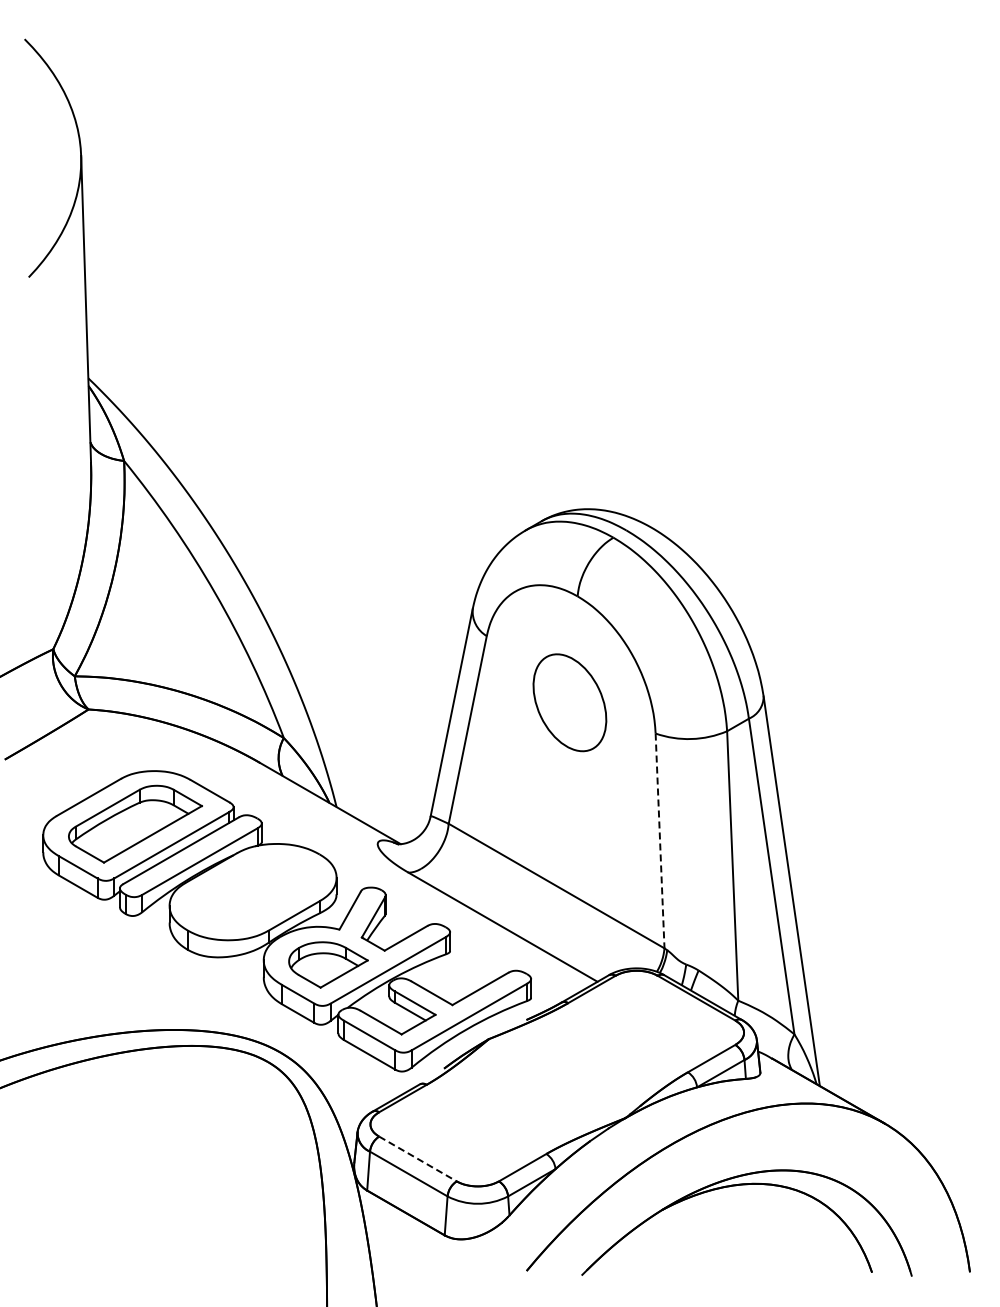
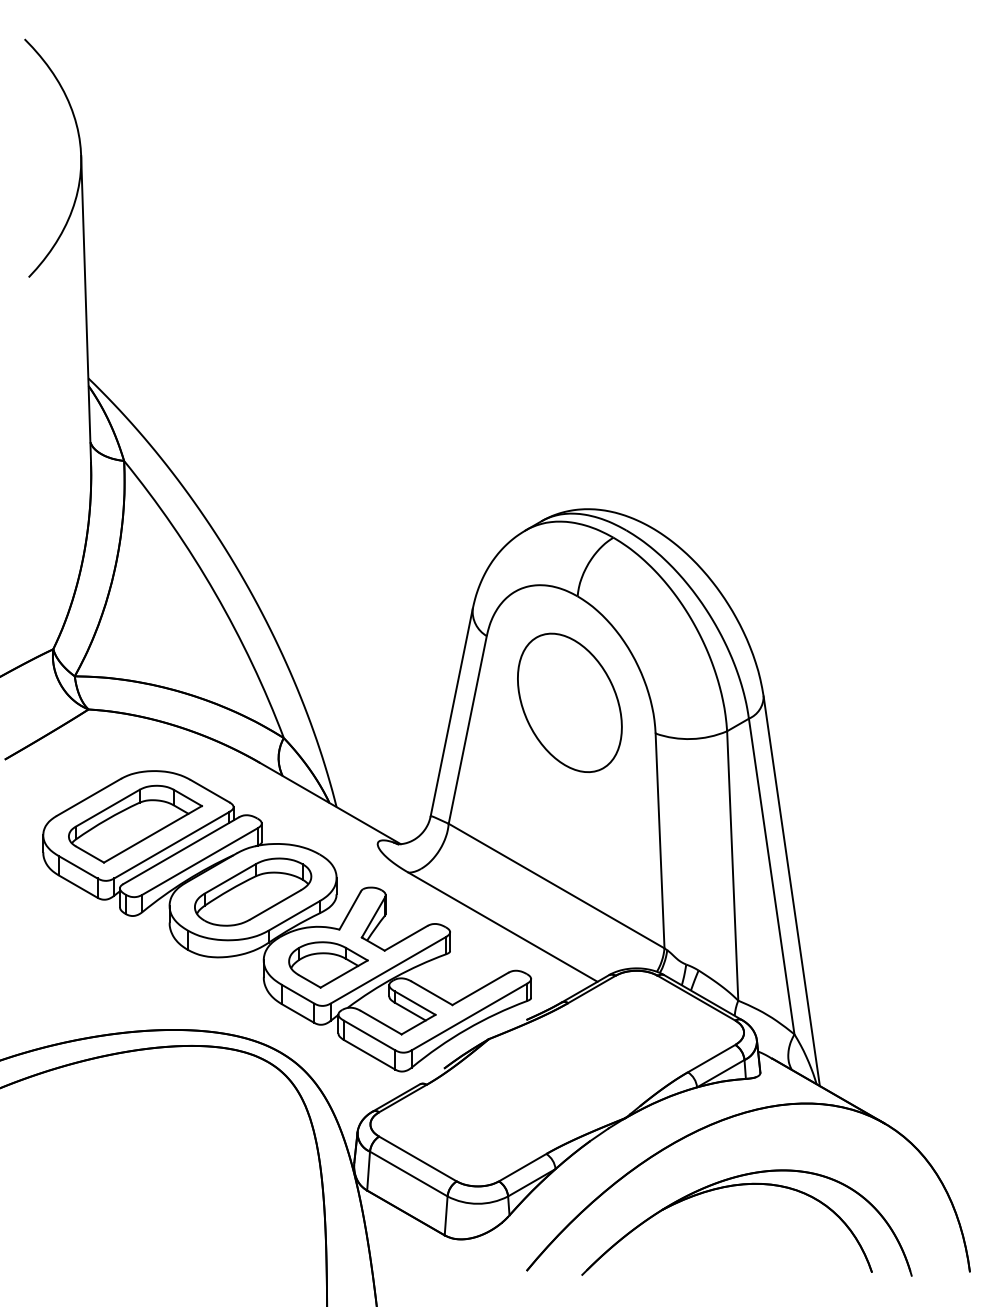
part at (569, 702) size: 76x100 px -> 106x141 px
line at (660, 841): dashed -> solid
part at (253, 891): none -> present
line at (417, 1159): dashed -> solid
